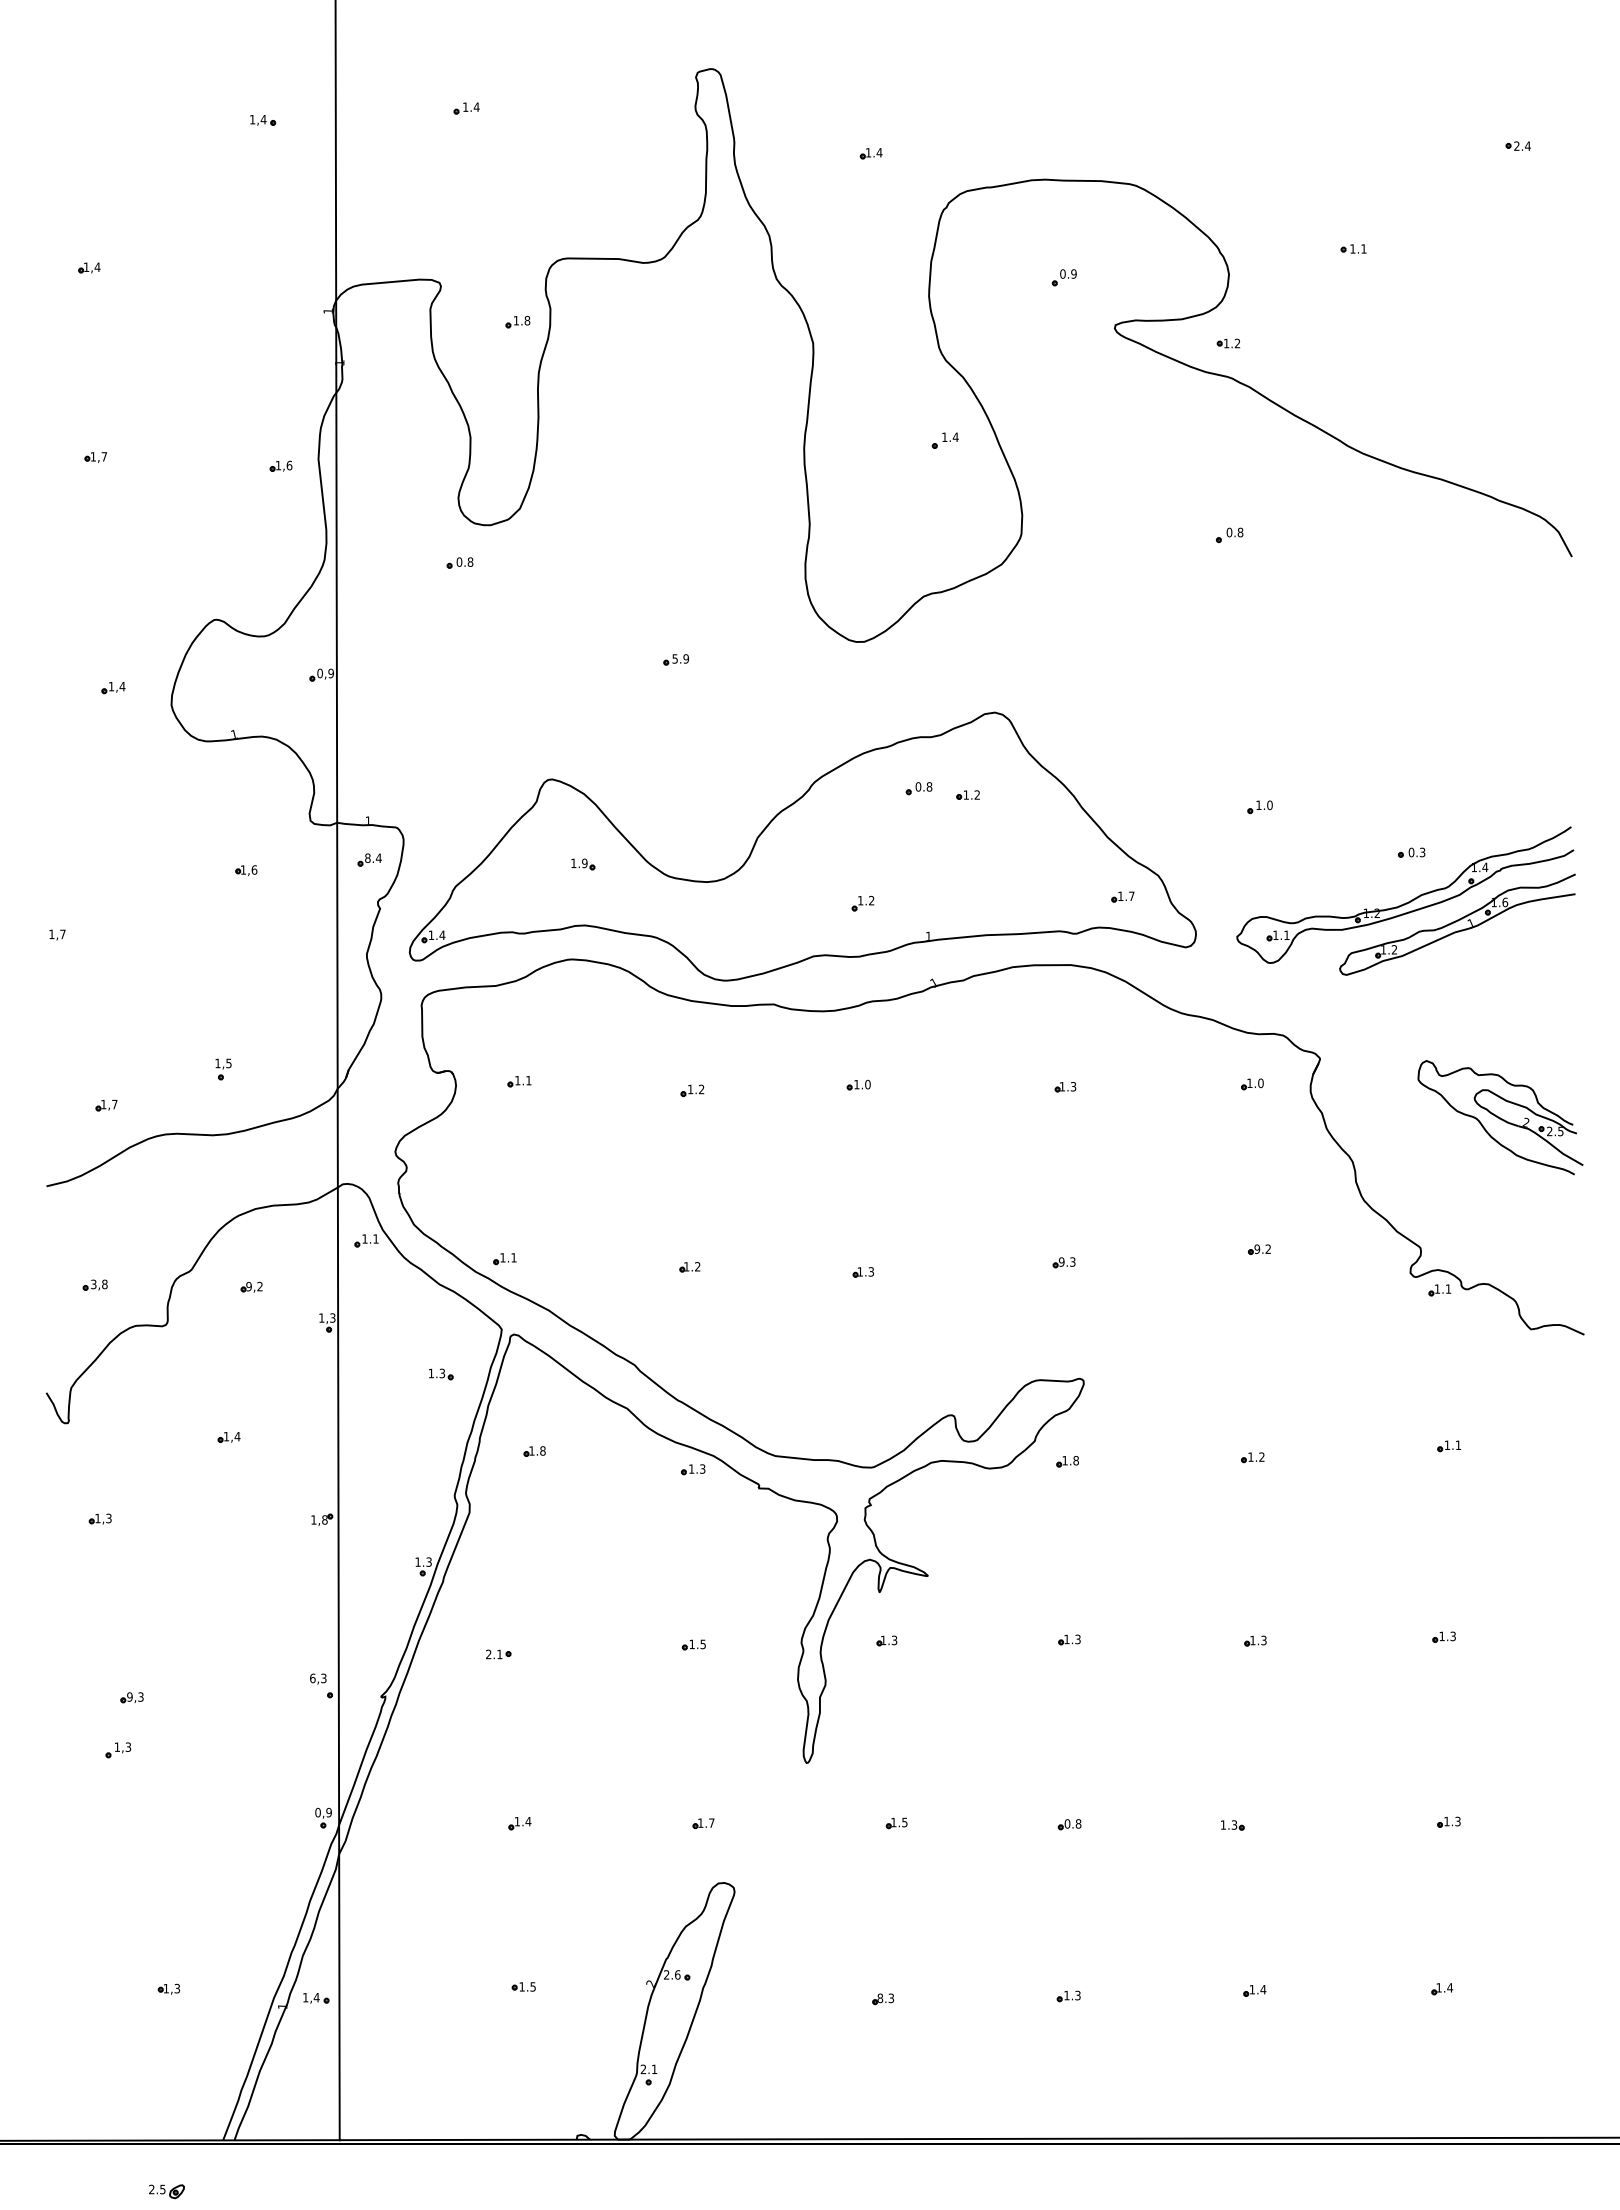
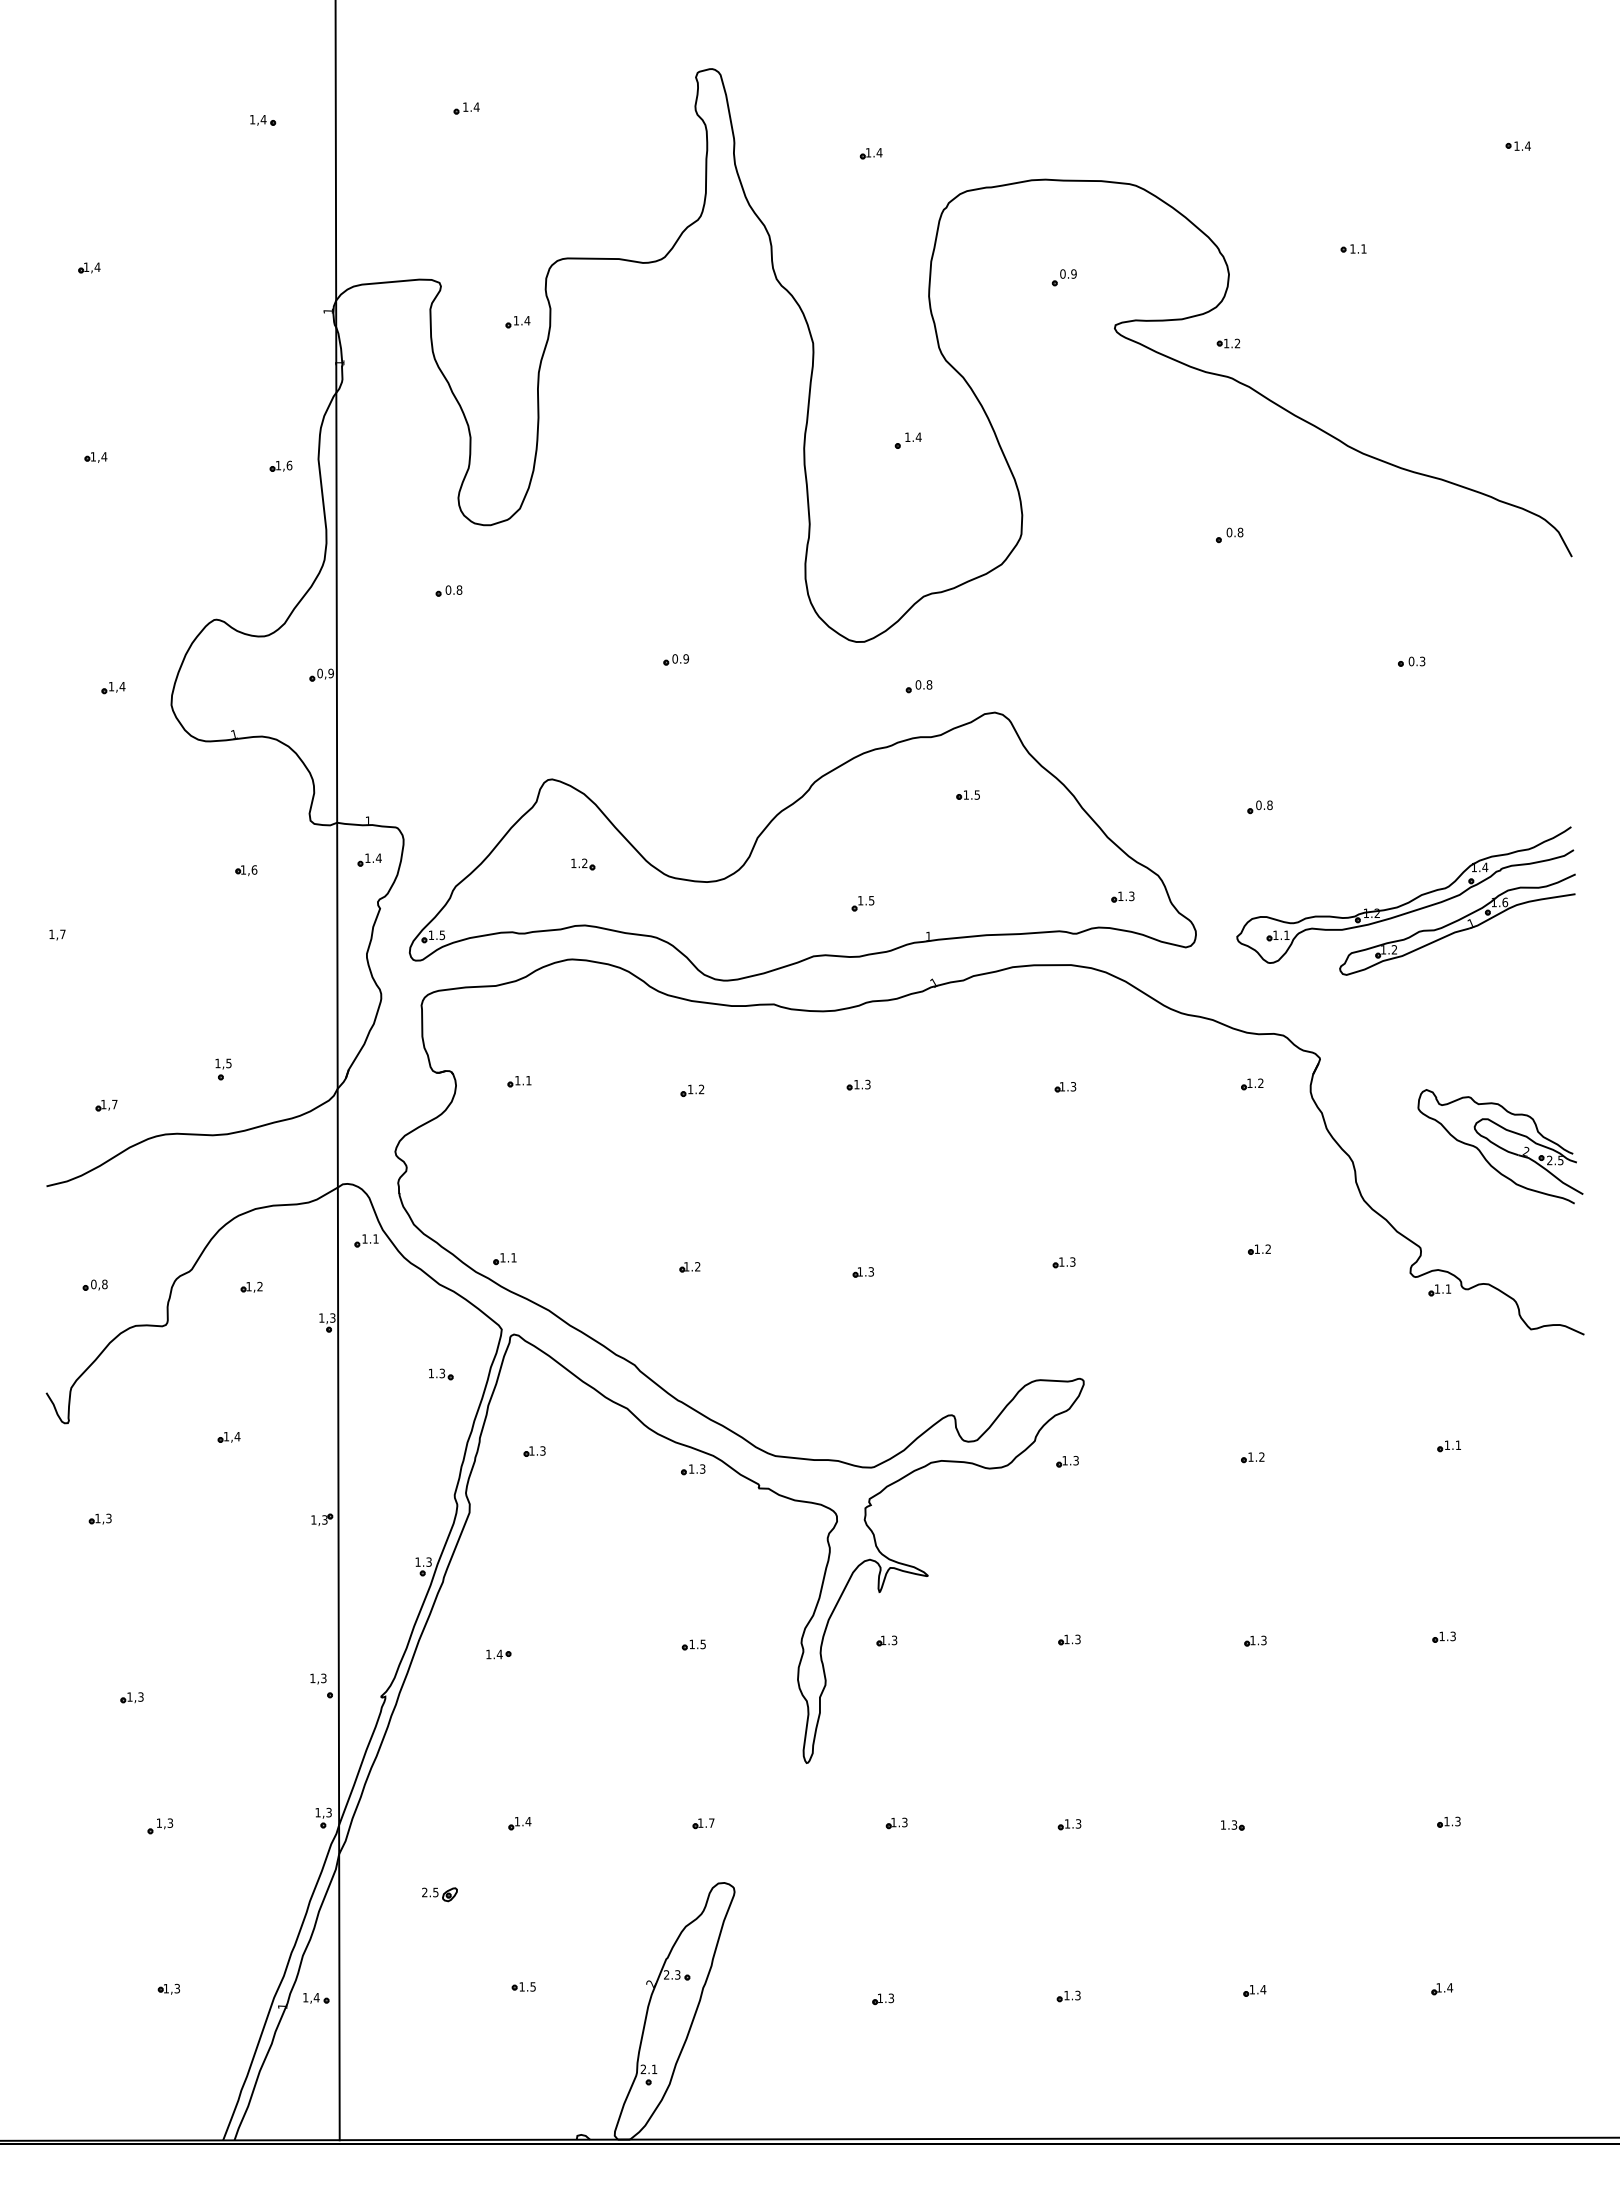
text at (1516, 145): 2.4 -> 1.4
text at (527, 320): 1.8 -> 1.4
part at (944, 440) position: (944, 440) -> (907, 440)
text at (104, 456): 1,7 -> 1,4
part at (459, 562) position: (459, 562) -> (448, 590)
text at (675, 658): 5.9 -> 0.9
part at (918, 788) position: (918, 788) -> (918, 686)
text at (976, 794): 1.2 -> 1.5
text at (1264, 805): 1.0 -> 0.8
part at (1411, 852) position: (1411, 852) -> (1411, 661)
text at (367, 857): 8.4 -> 1.4
text at (584, 863): 1.9 -> 1.2
text at (1131, 896): 1.7 -> 1.3
text at (871, 900): 1.2 -> 1.5
text at (442, 935): 1.4 -> 1.5
text at (1260, 1083): 1.0 -> 1.2
text at (867, 1084): 1.0 -> 1.3
part at (1500, 1117) position: (1500, 1117) -> (1500, 1146)
text at (1257, 1249): 9.2 -> 1.2
text at (1061, 1261): 9.3 -> 1.3
text at (93, 1284): 3,8 -> 0,8
text at (248, 1286): 9,2 -> 1,2
text at (542, 1450): 1.8 -> 1.3
text at (1075, 1460): 1.8 -> 1.3
text at (324, 1519): 1,8 -> 1,3
text at (494, 1654): 2.1 -> 1.4
text at (312, 1678): 6,3 -> 1,3
text at (129, 1696): 9,3 -> 1,3
part at (118, 1750) position: (118, 1750) -> (160, 1826)
text at (323, 1812): 0,9 -> 1,3
text at (904, 1821): 1.5 -> 1.3
text at (1072, 1823): 0.8 -> 1.3
text at (677, 1974): 2.6 -> 2.3
text at (880, 1998): 8.3 -> 1.3
part at (166, 2191) position: (166, 2191) -> (439, 1894)
